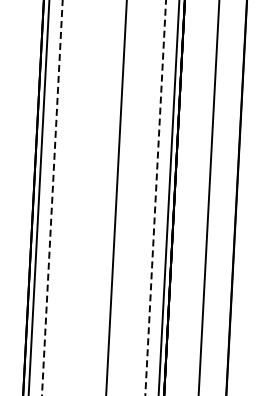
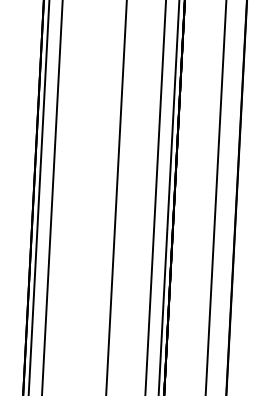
line at (208, 197) position: (208, 197) -> (215, 197)
line at (52, 198): dashed -> solid
line at (155, 198): dashed -> solid
